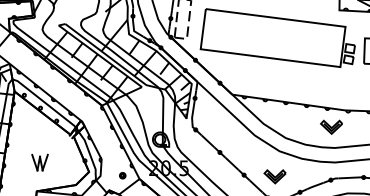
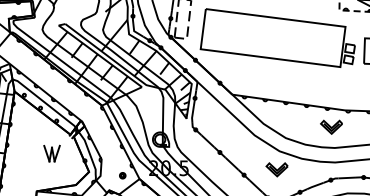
line at (349, 10): solid -> dashed
part at (39, 162) position: (39, 162) -> (51, 153)
part at (274, 176) position: (274, 176) -> (276, 169)
